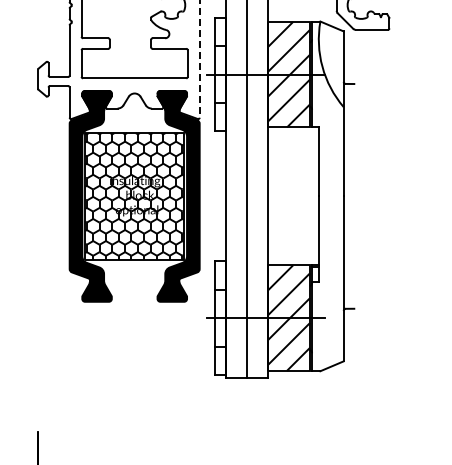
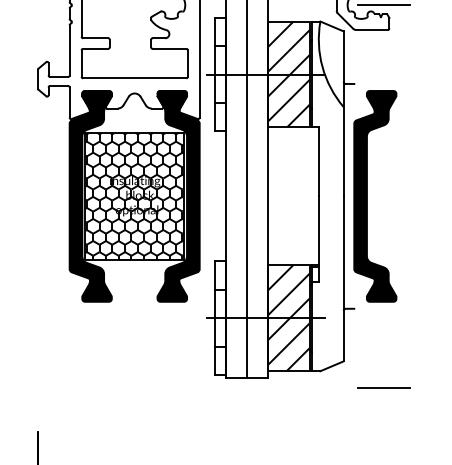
line at (383, 5): none -> present
line at (199, 59): dashed -> solid
part at (367, 196): none -> present
line at (383, 387): none -> present
